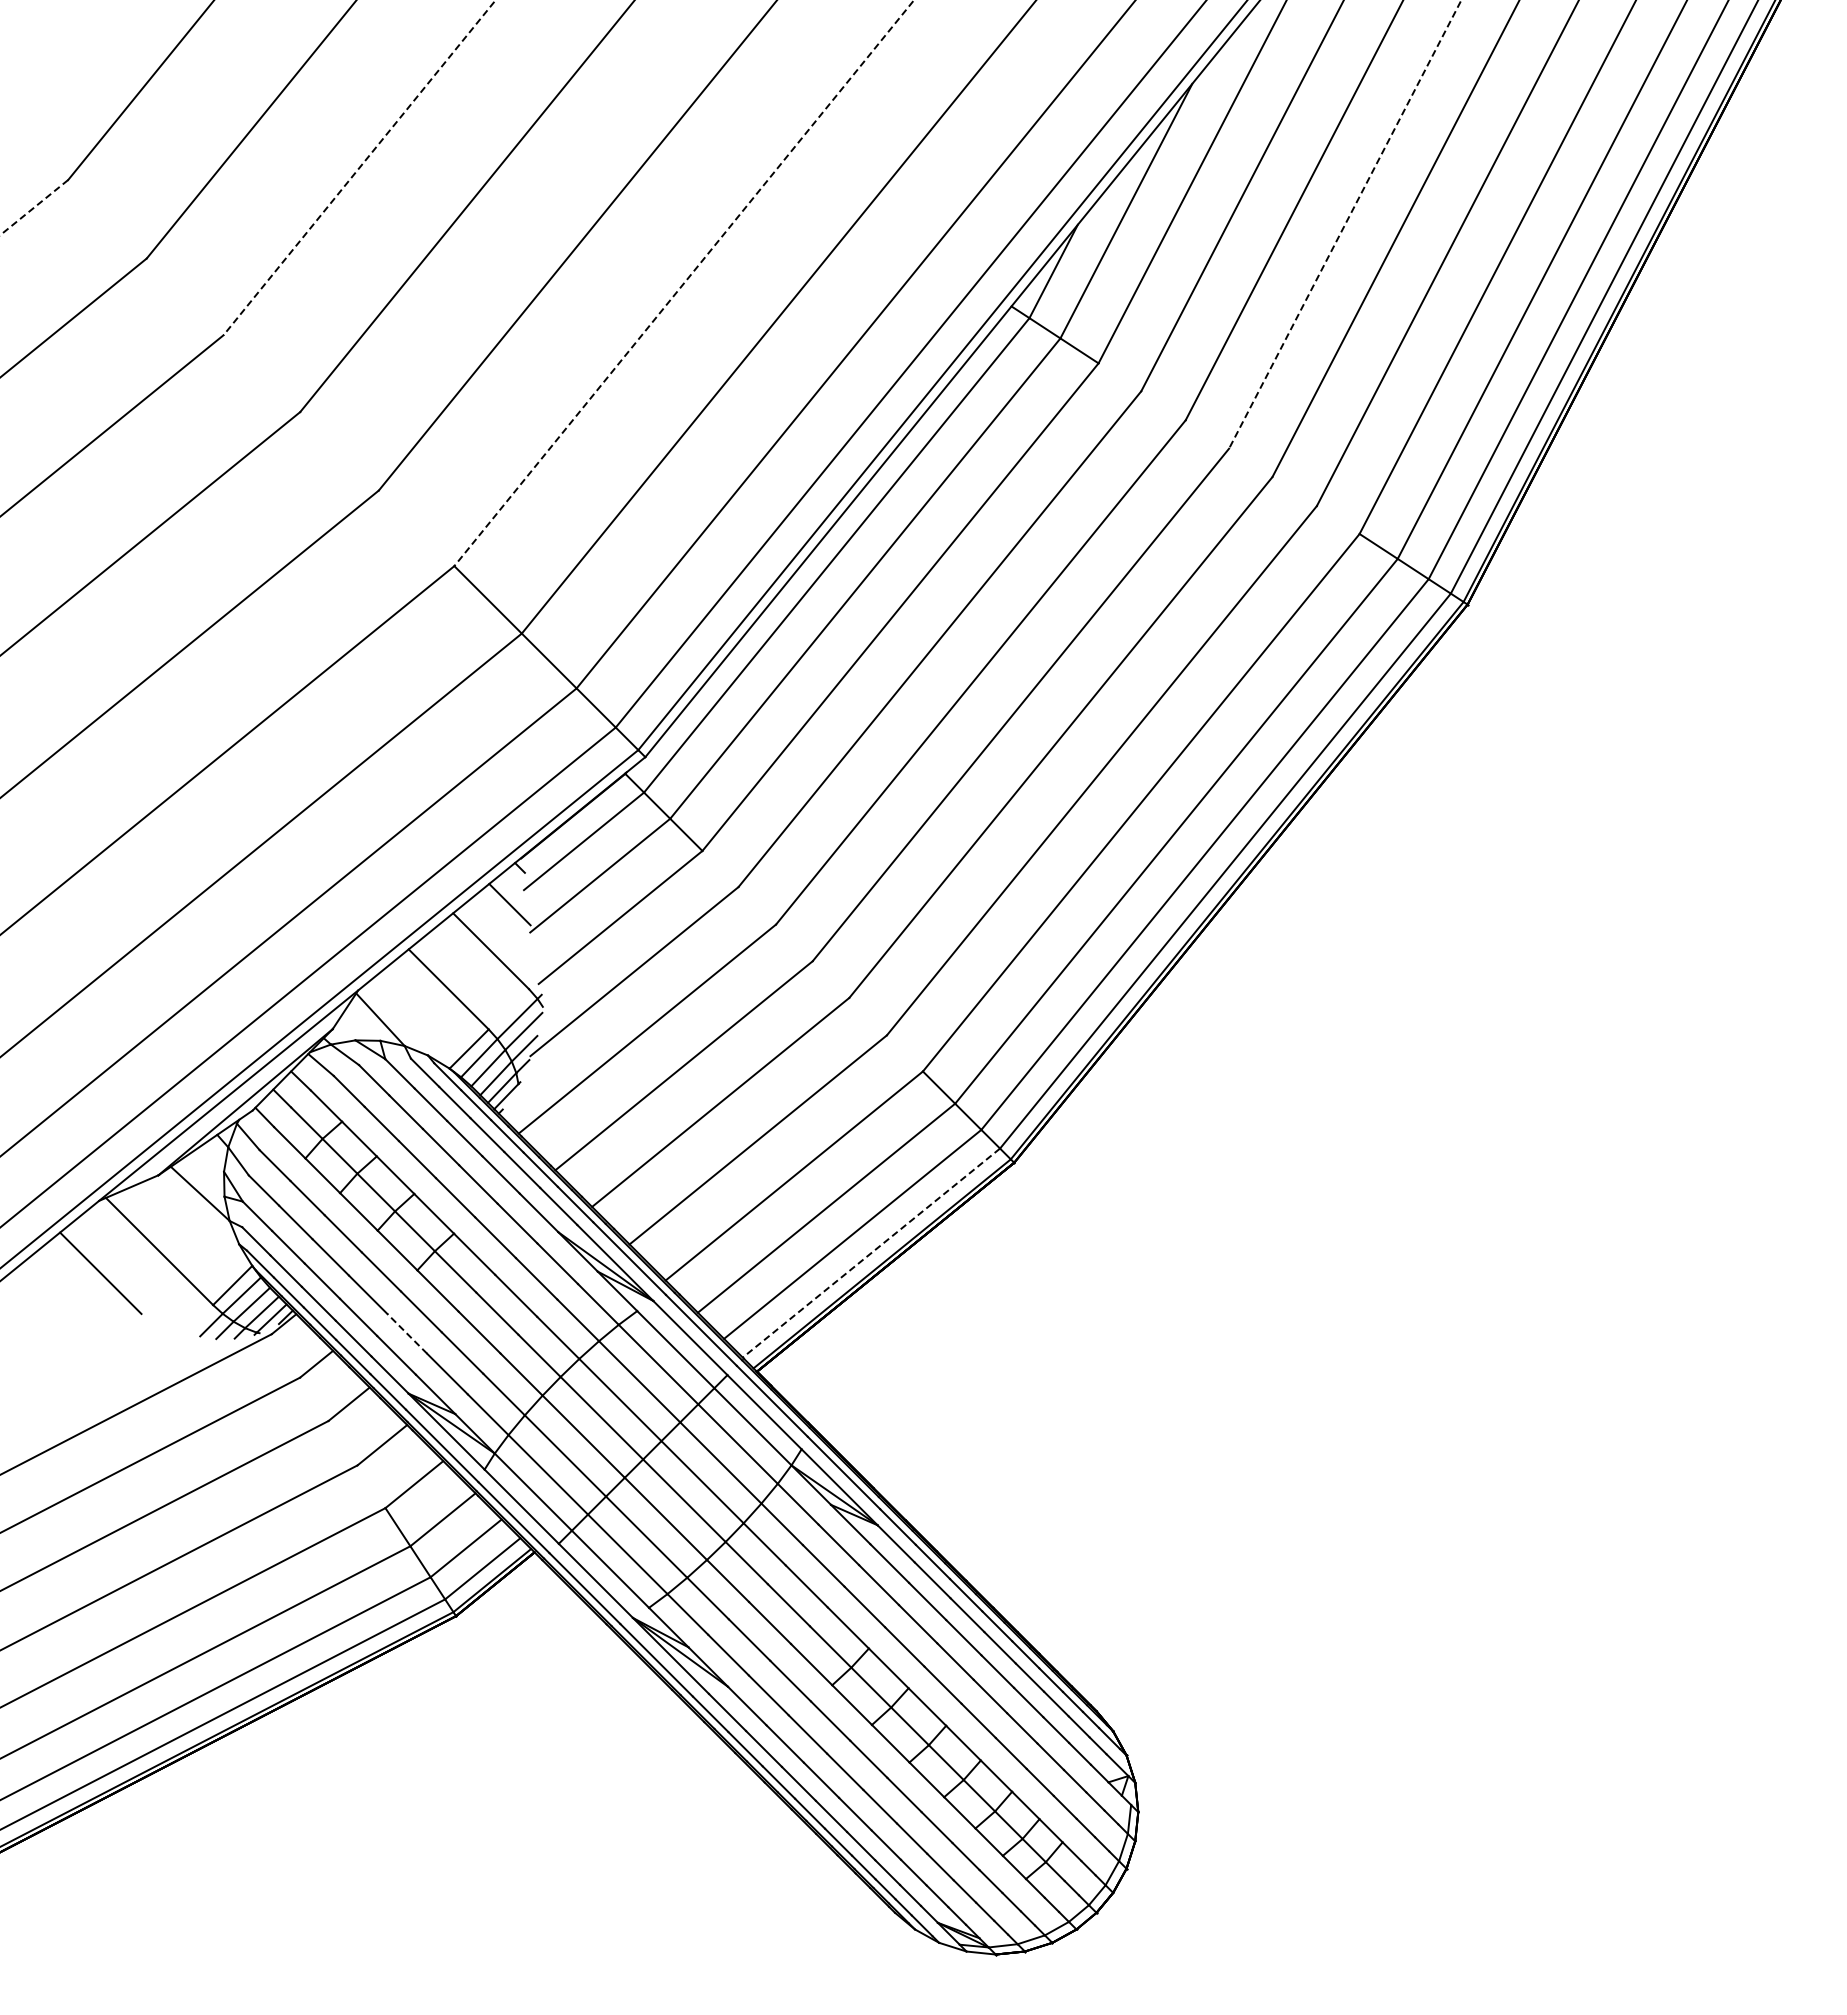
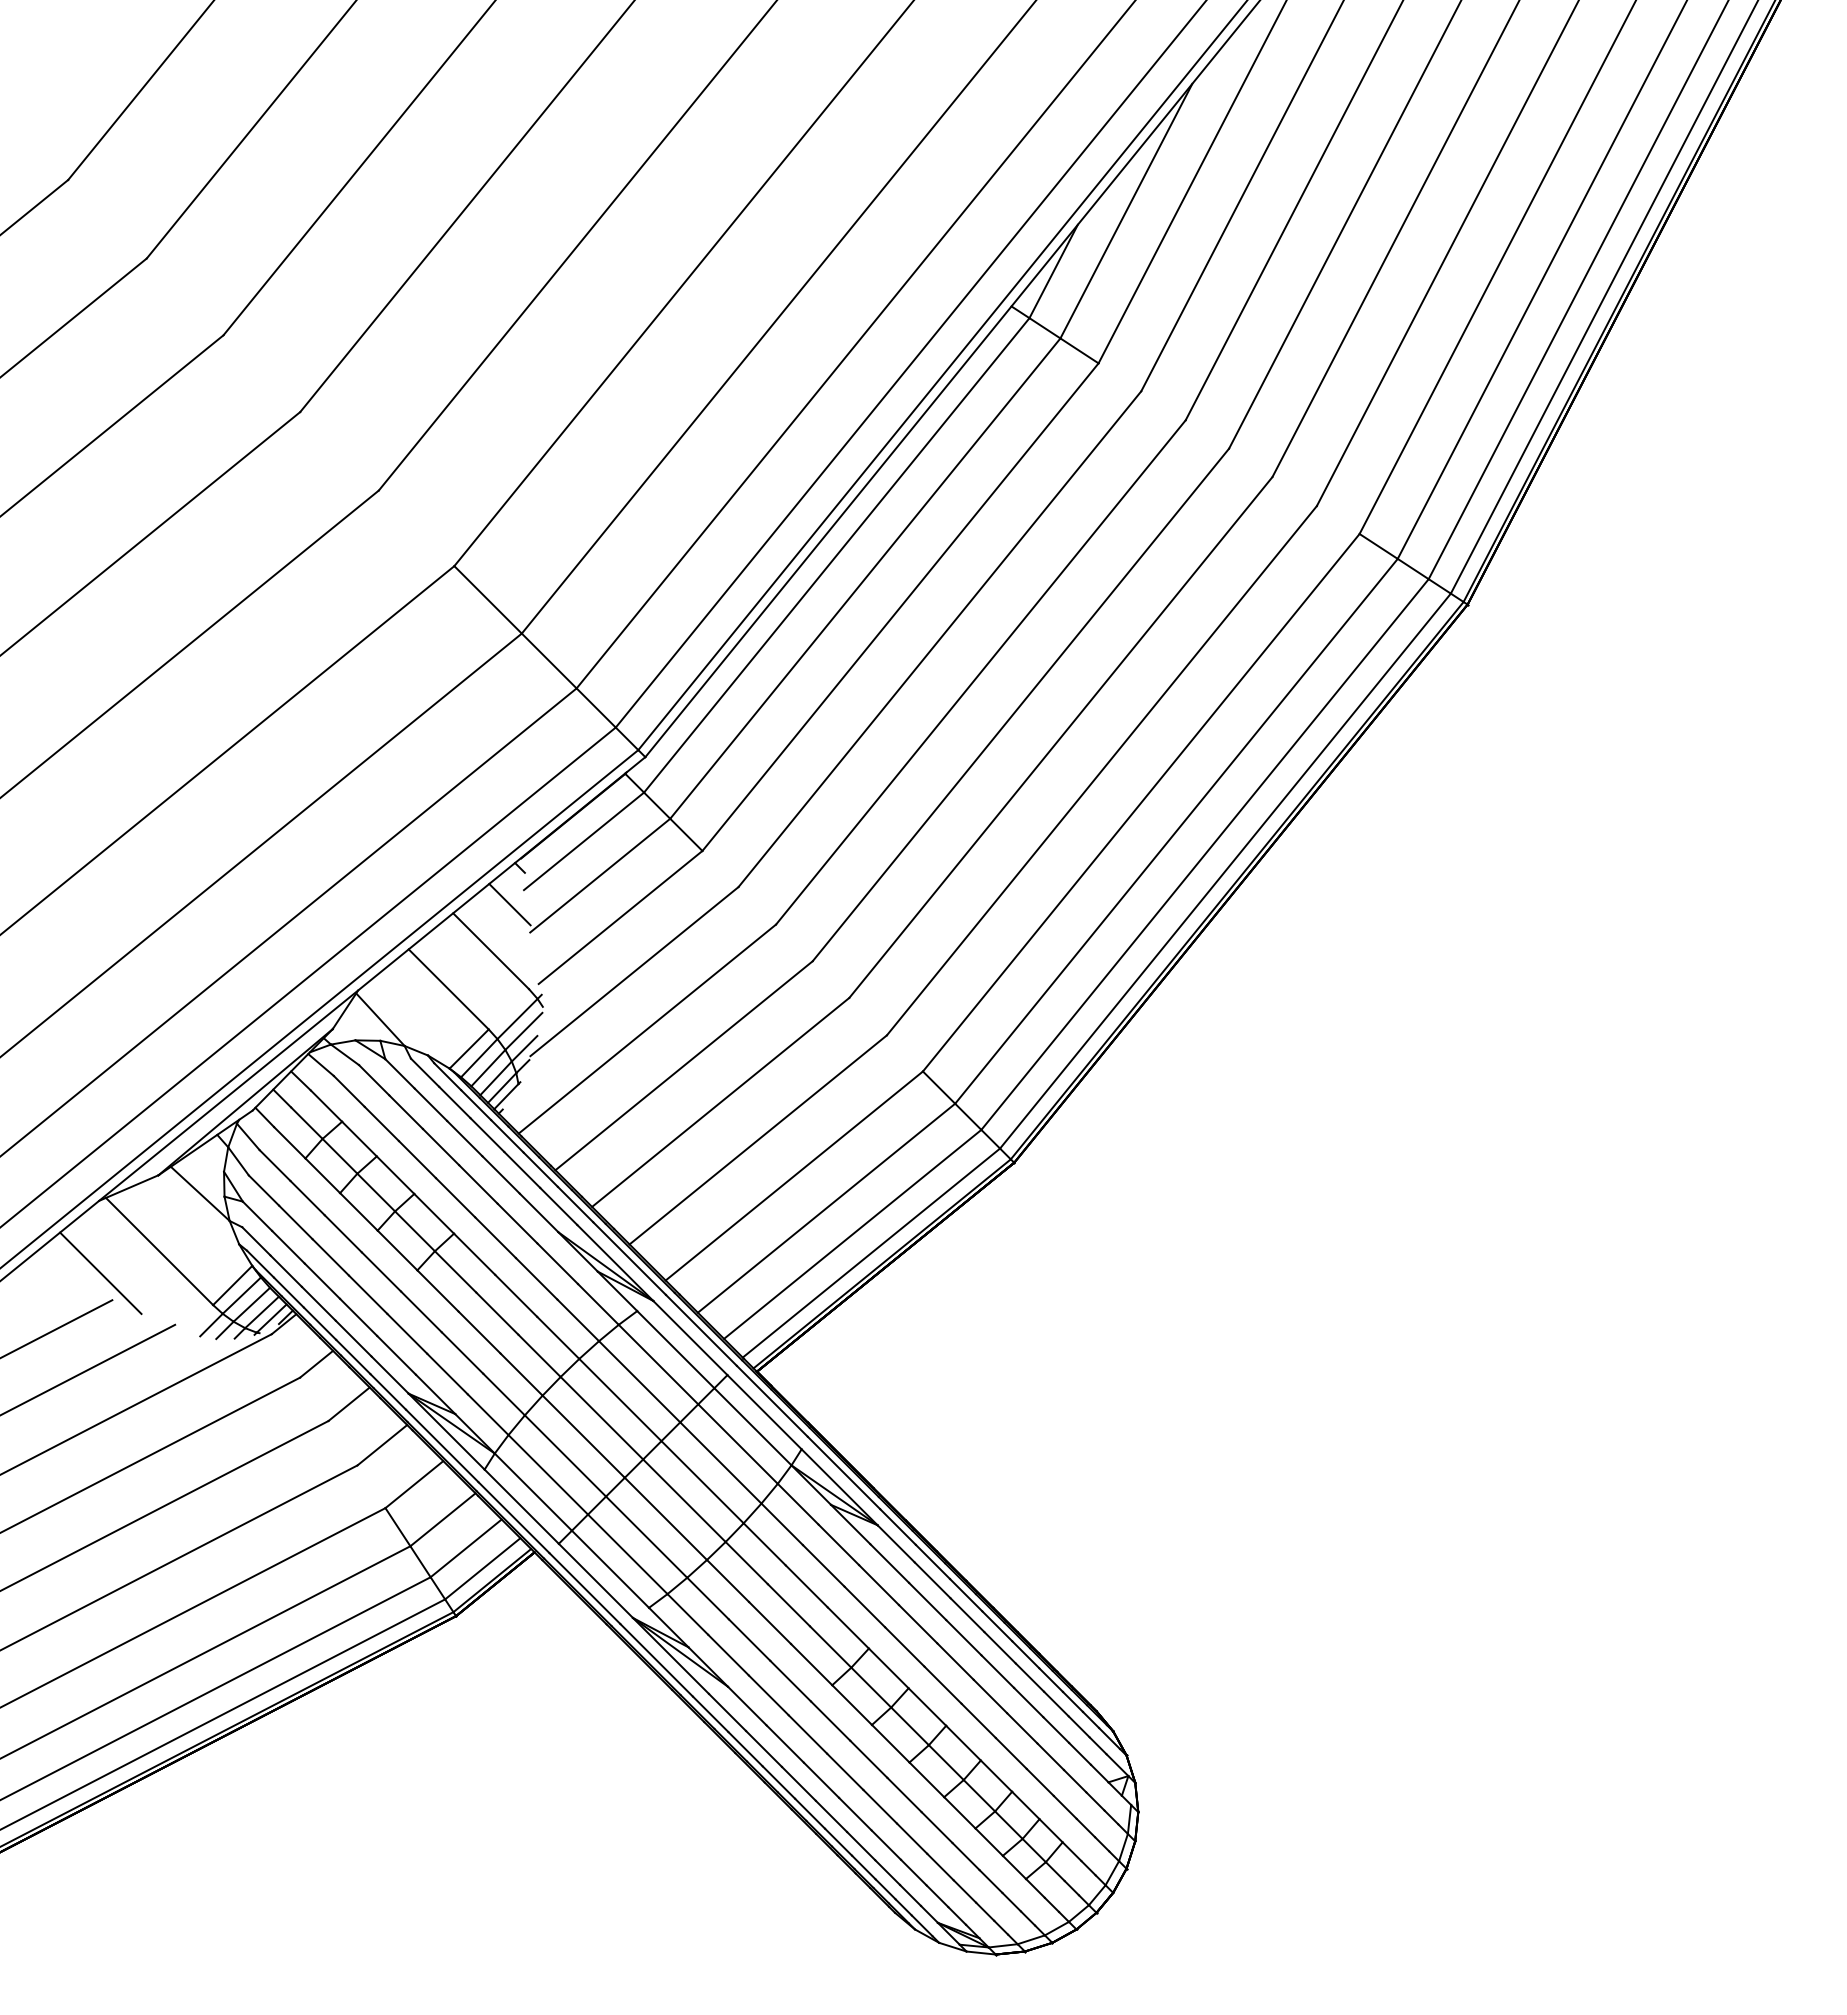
line at (359, 167): dashed -> solid
line at (34, 207): dashed -> solid
line at (1344, 225): dashed -> solid
line at (683, 283): dashed -> solid
line at (871, 1253): dashed -> solid
line at (57, 1328): none -> present
line at (406, 1333): dashed -> solid
line at (88, 1369): none -> present
